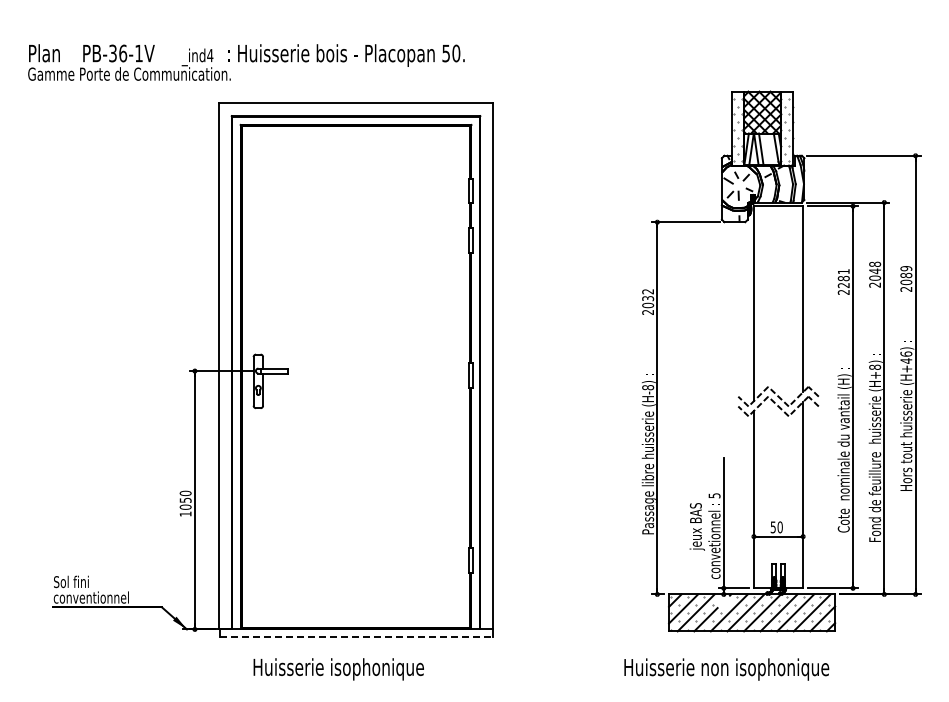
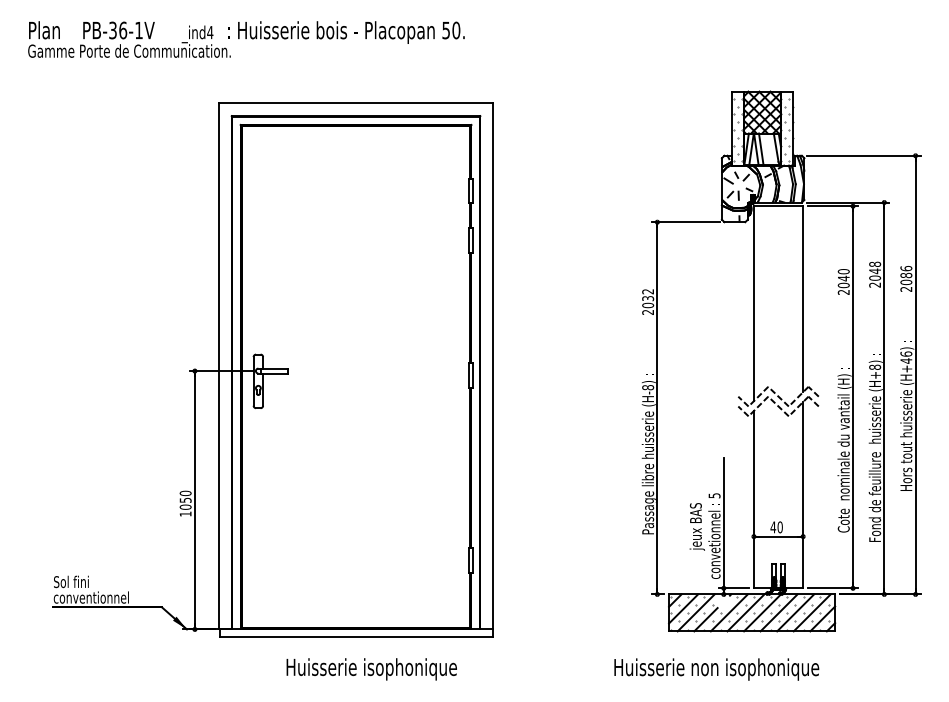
text at (246, 62) position: (246, 62) -> (246, 39)
text at (906, 268): 2089 -> 2086
text at (843, 278): 2281 -> 2040
text at (773, 527): 50 -> 40
line at (356, 636): dashed -> solid
text at (338, 669) position: (338, 669) -> (371, 669)
text at (726, 669) position: (726, 669) -> (716, 669)
